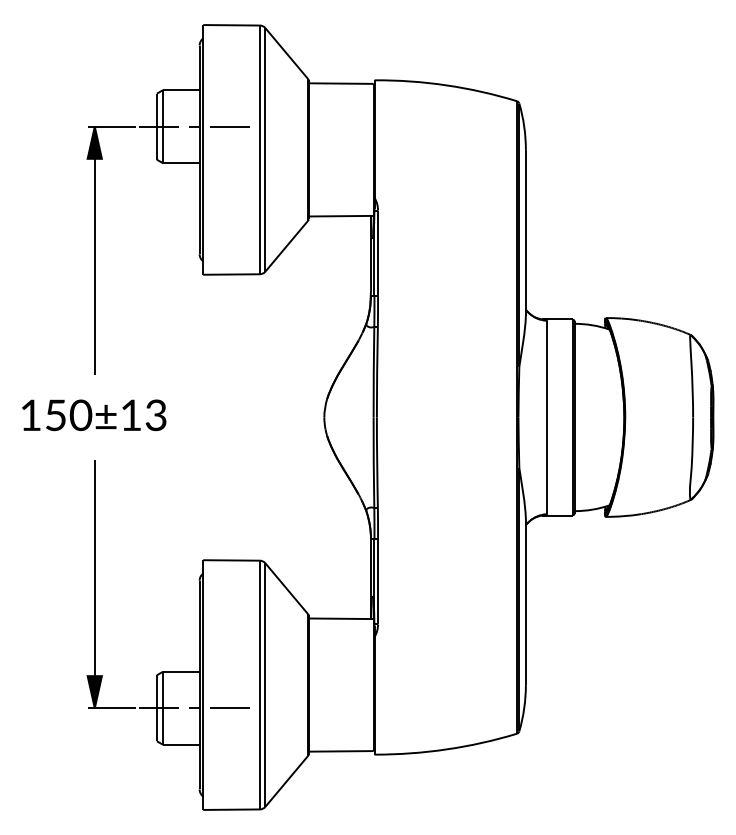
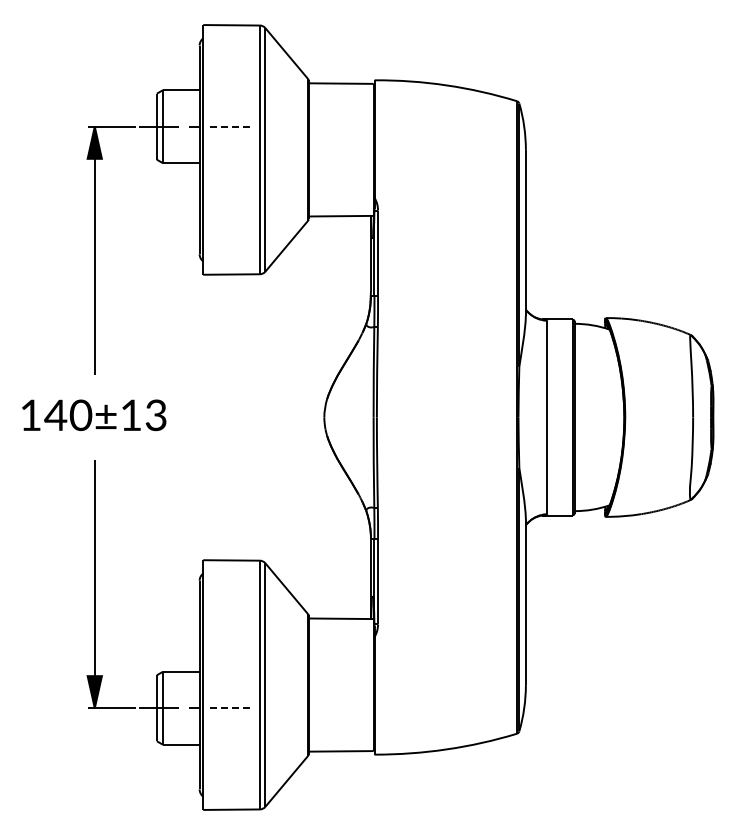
line at (230, 126): solid -> dashed
text at (55, 415): 150±13 -> 140±13
line at (230, 708): solid -> dashed
